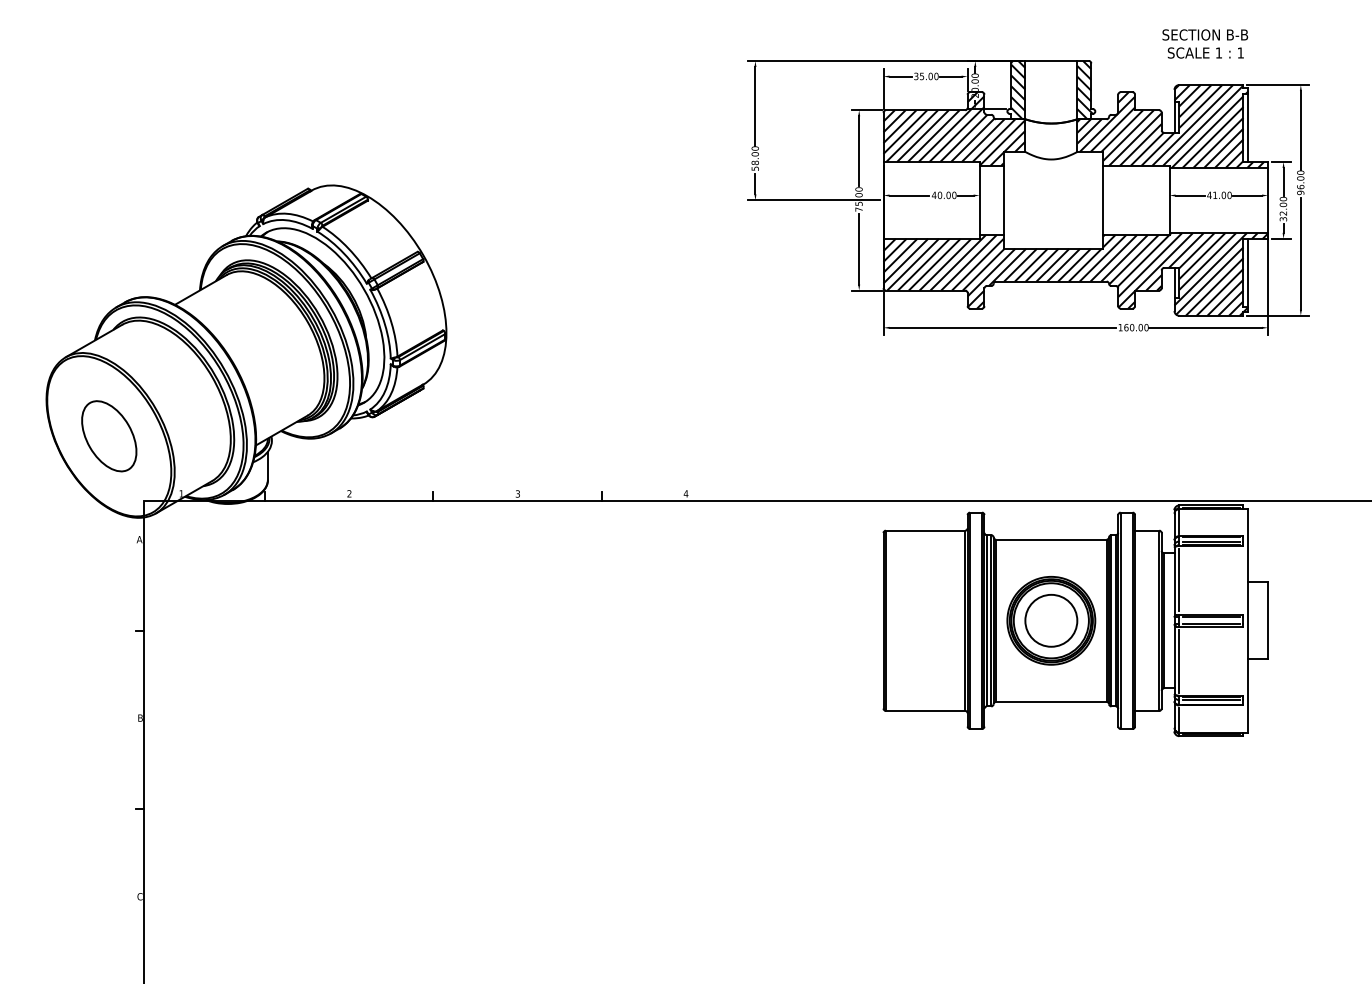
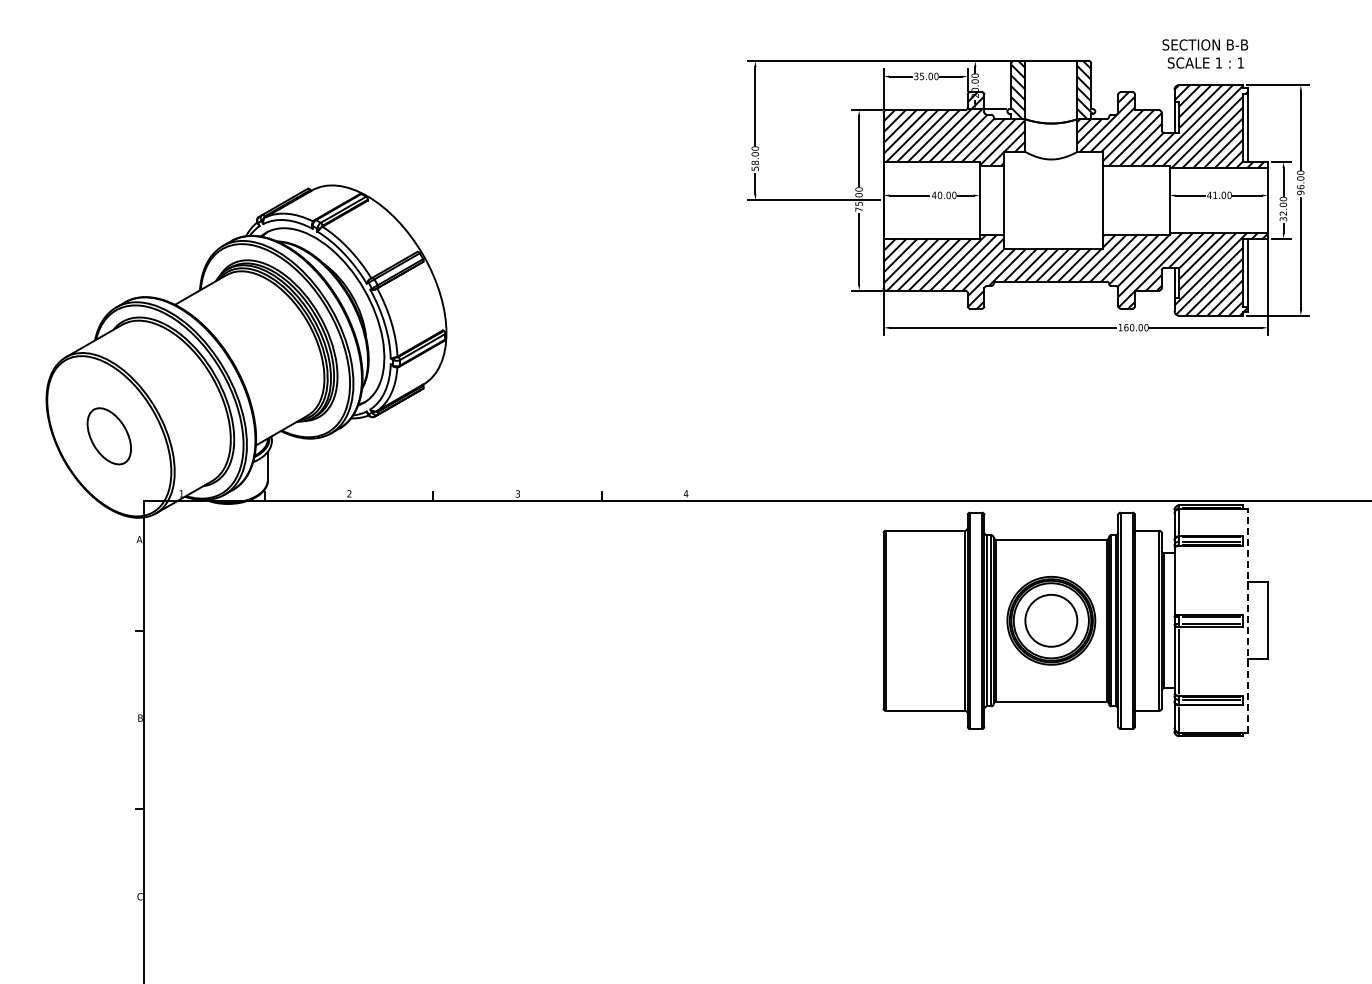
text at (1205, 43) position: (1205, 43) -> (1205, 53)
part at (109, 436) size: 57x73 px -> 46x59 px
line at (1179, 579): present -> none
line at (1248, 620): solid -> dashed
